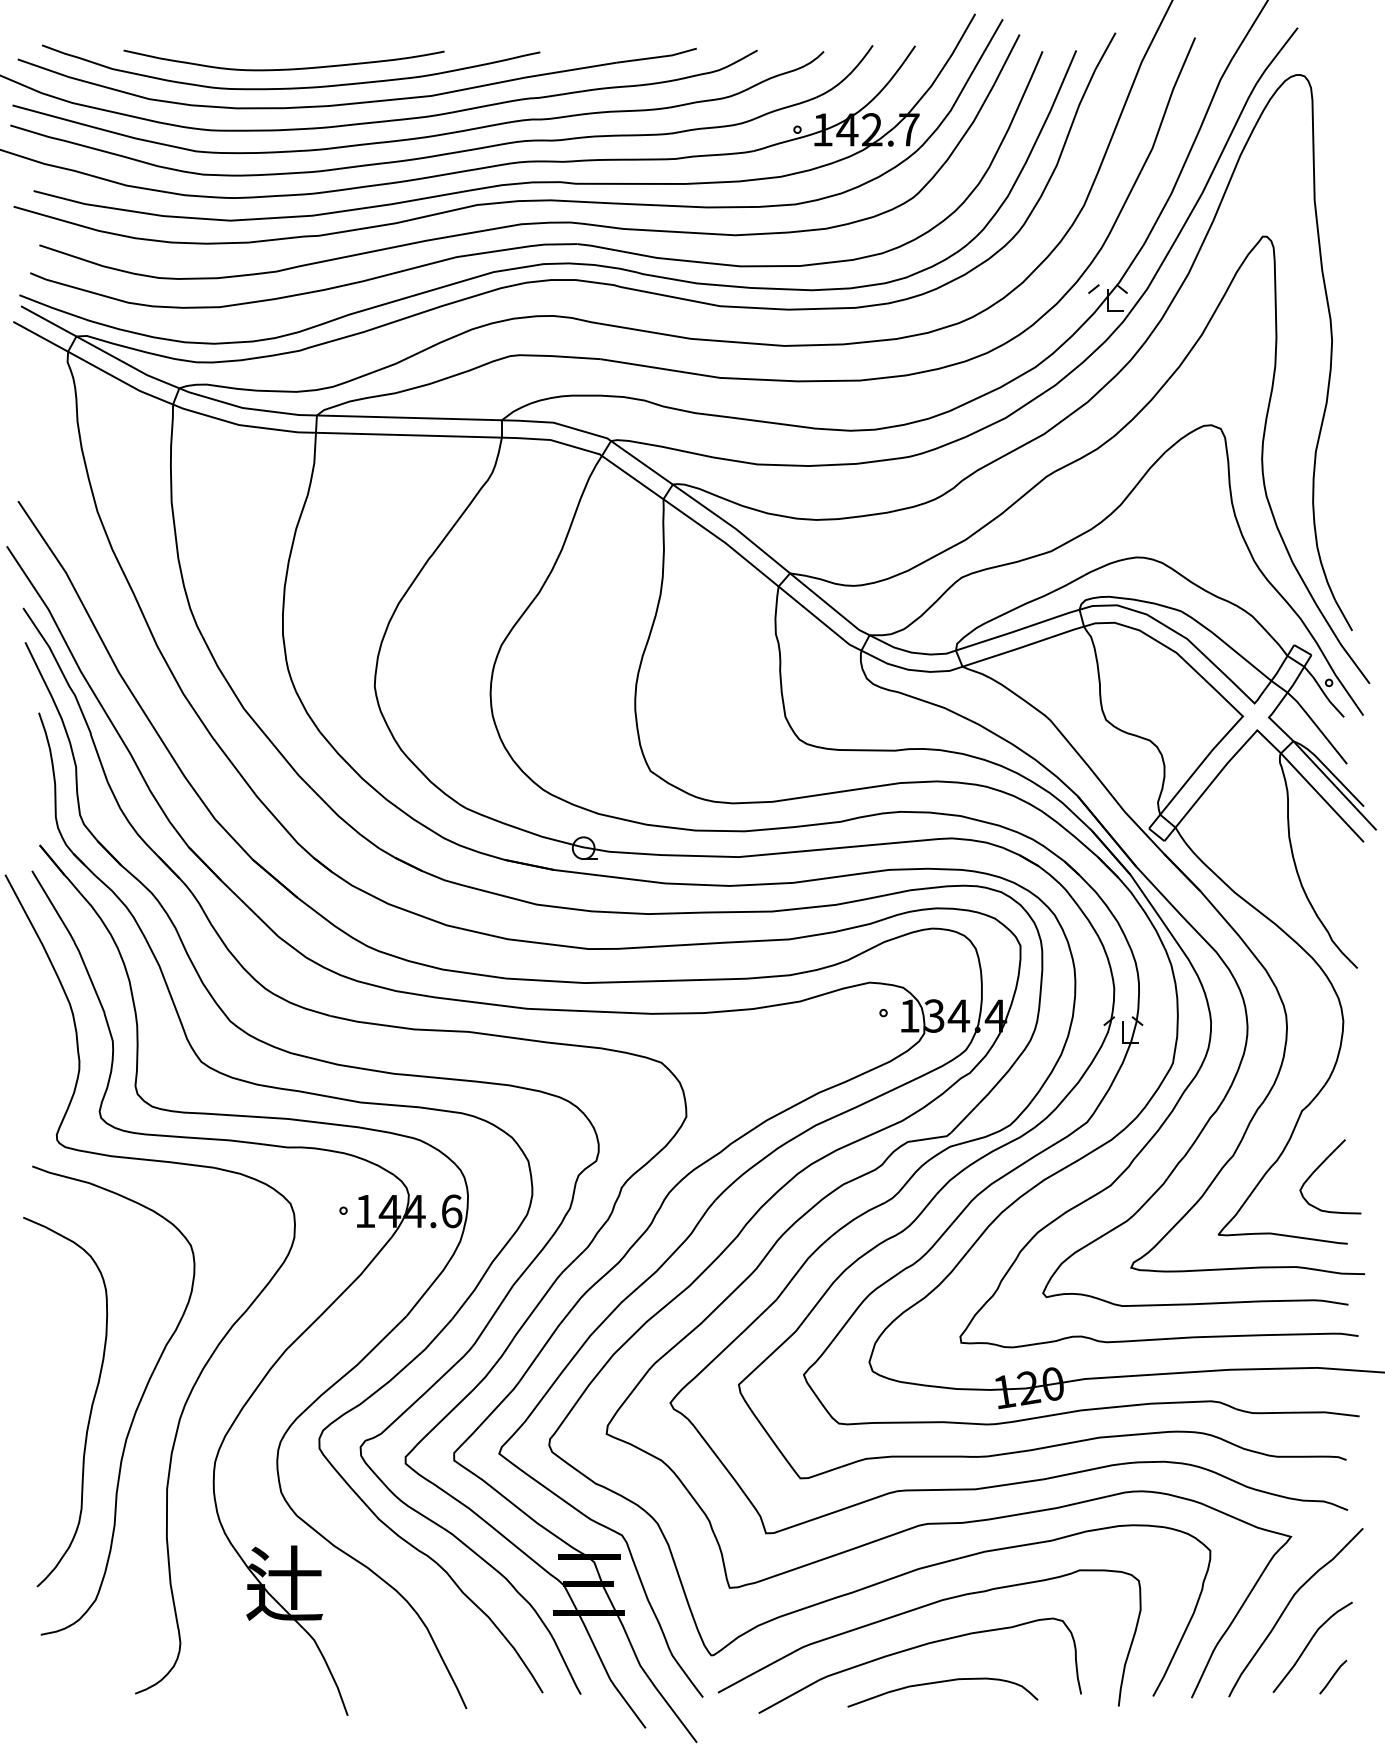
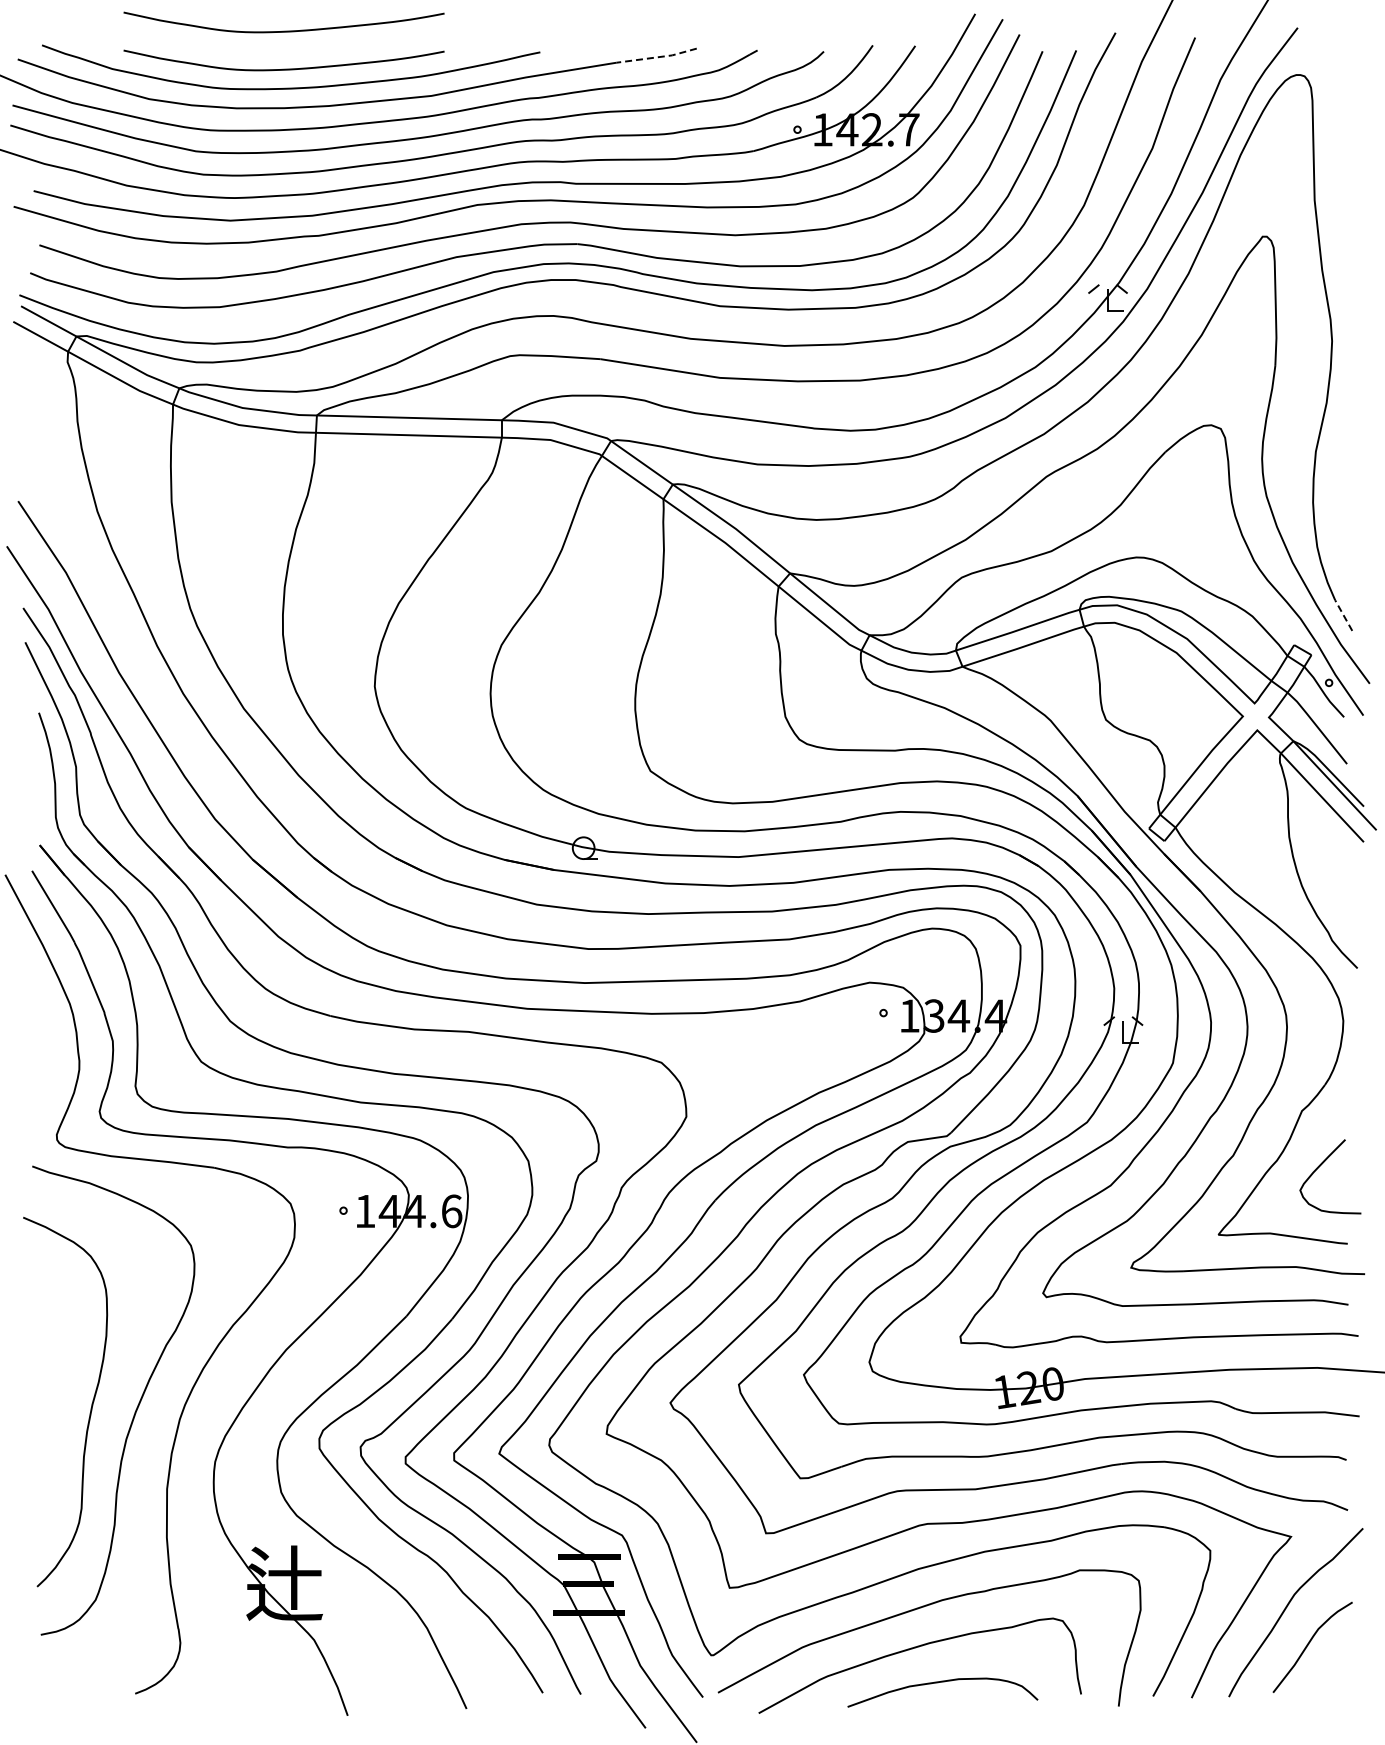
curve at (283, 30): none -> present
line at (657, 57): solid -> dashed
line at (1343, 615): solid -> dashed
line at (1333, 1677): present -> none
